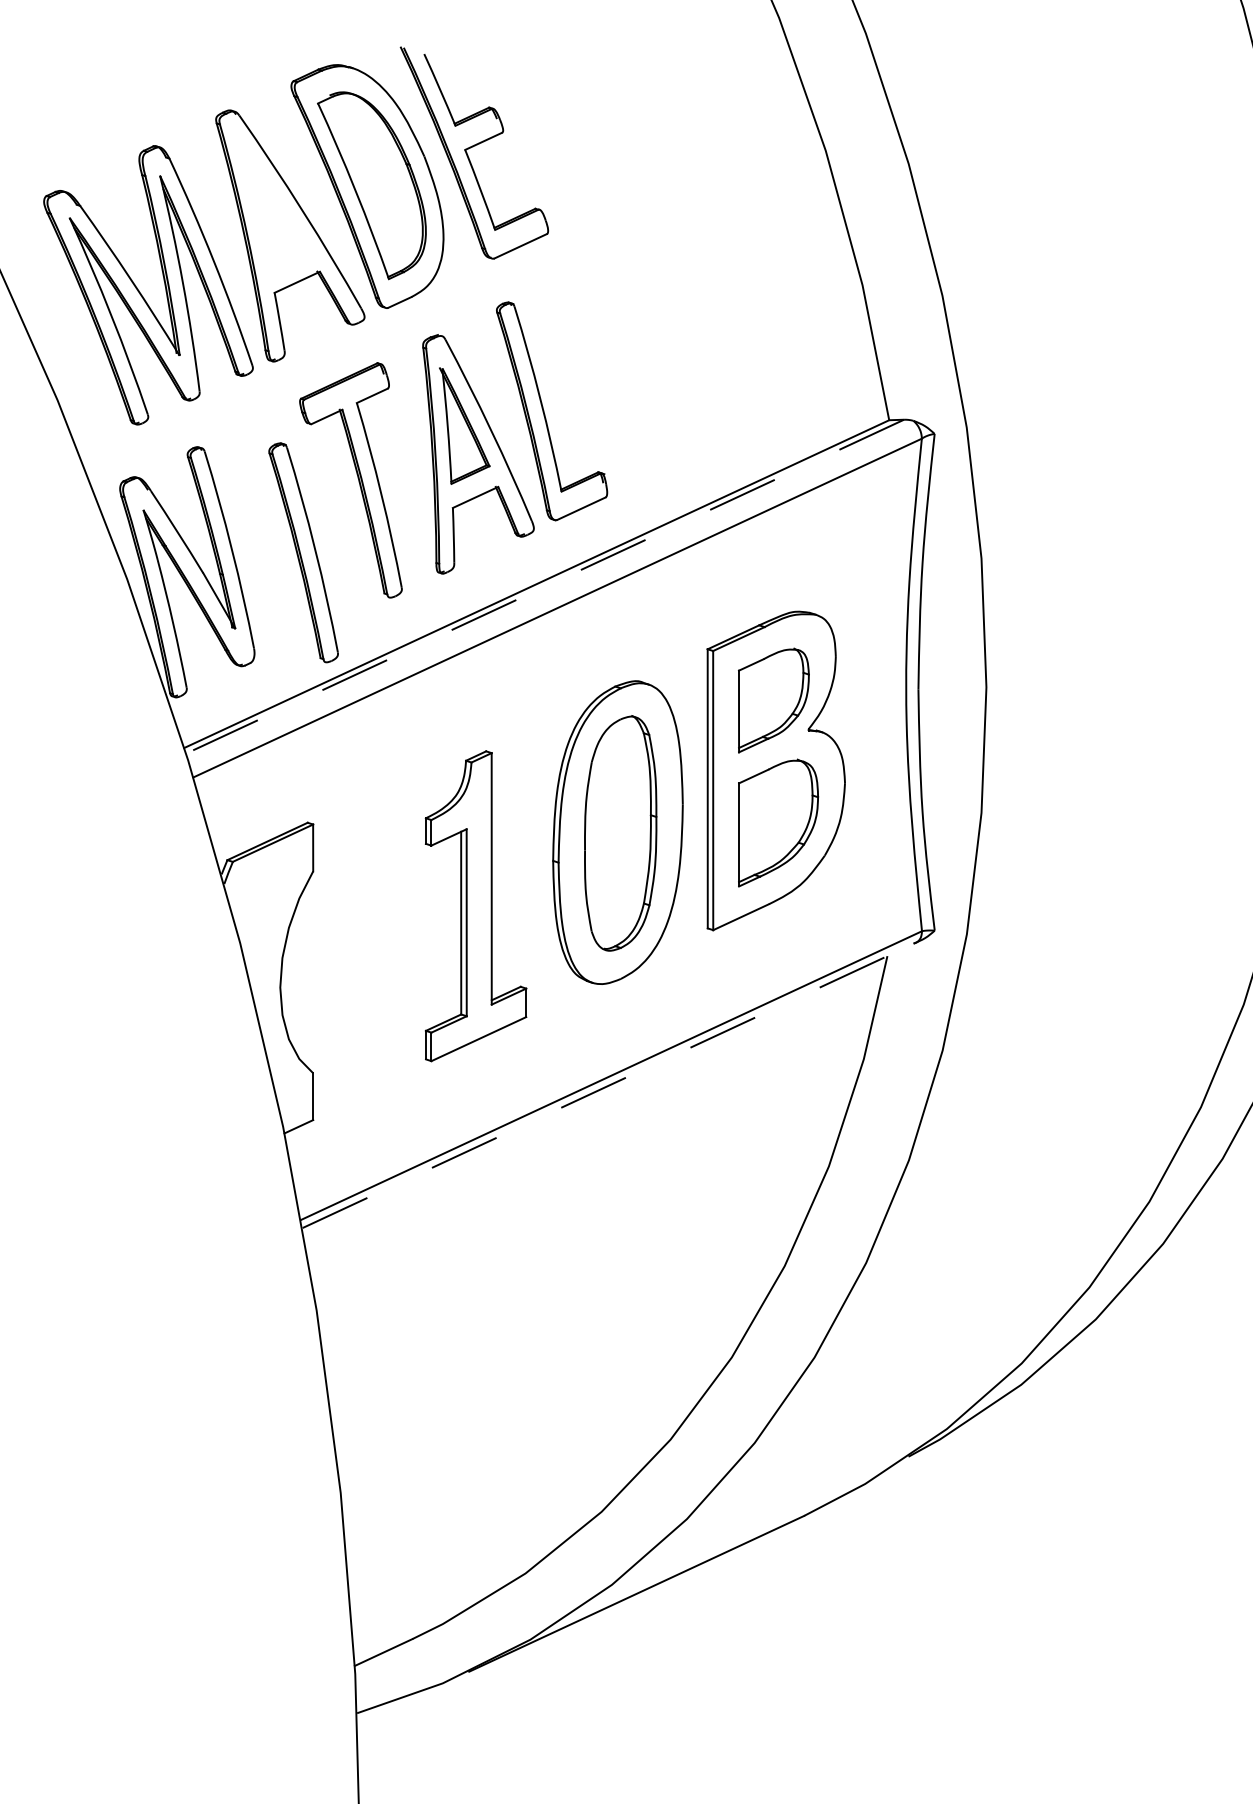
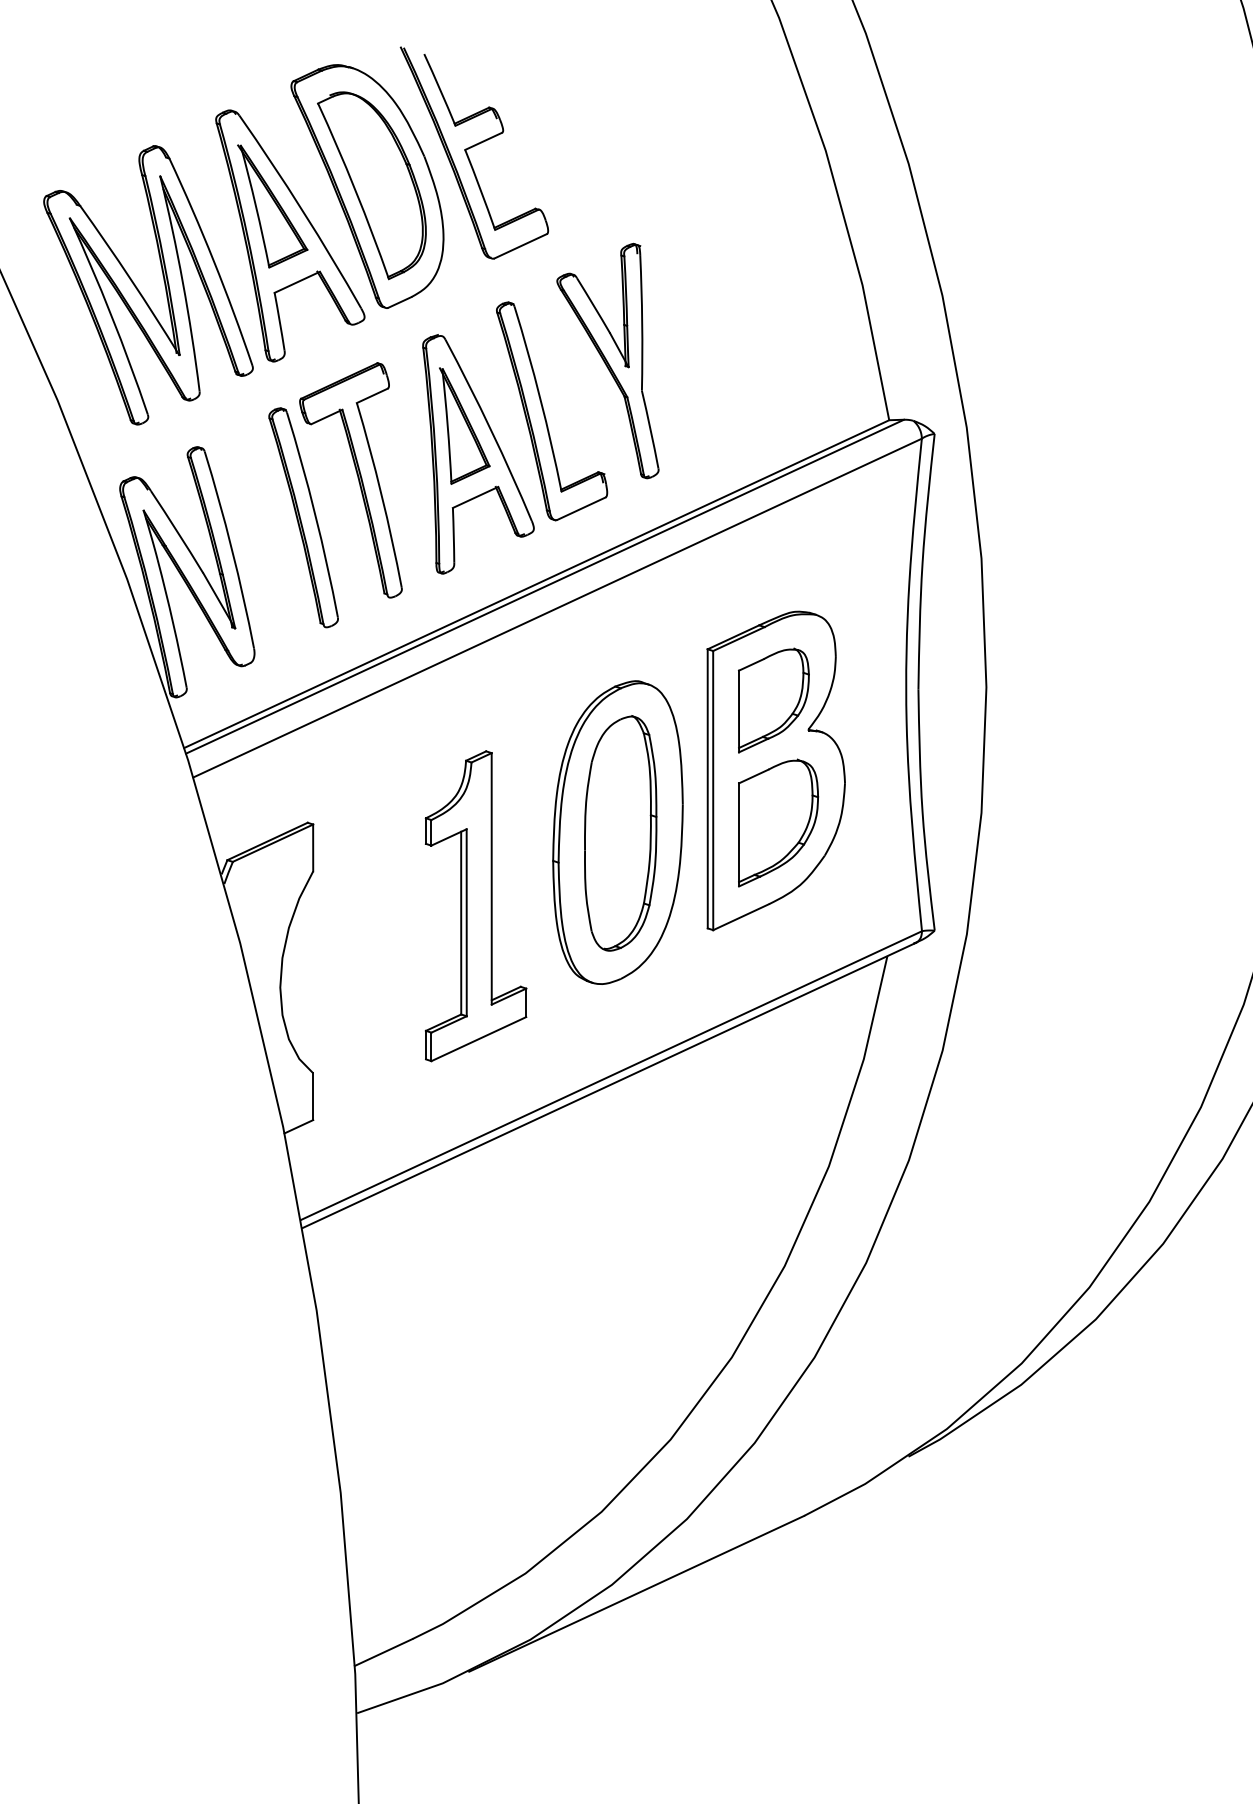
part at (272, 206): none -> present
part at (607, 360): none -> present
part at (303, 552) position: (303, 552) -> (303, 517)
line at (545, 586): dashed -> solid
line at (609, 1085): dashed -> solid
